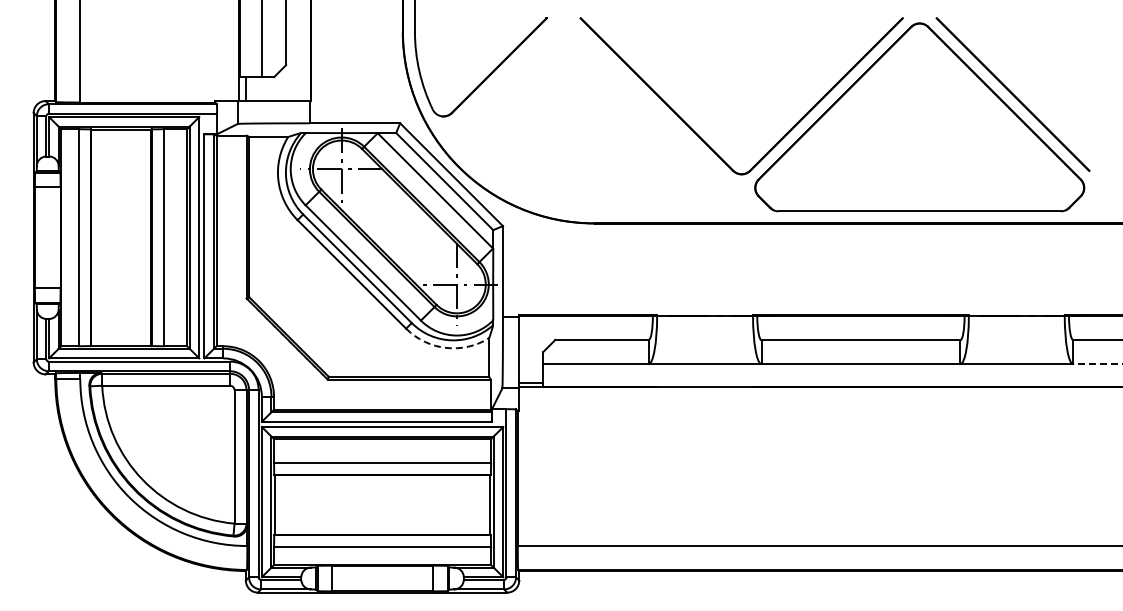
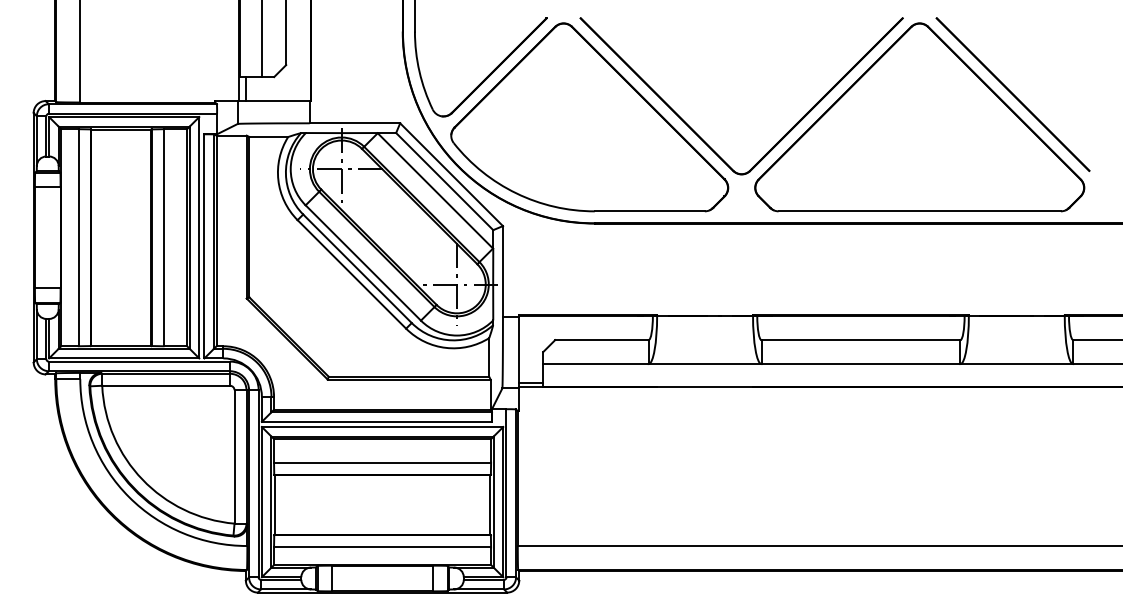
part at (589, 117): none -> present
arc at (446, 347): dashed -> solid
line at (1097, 364): dashed -> solid
